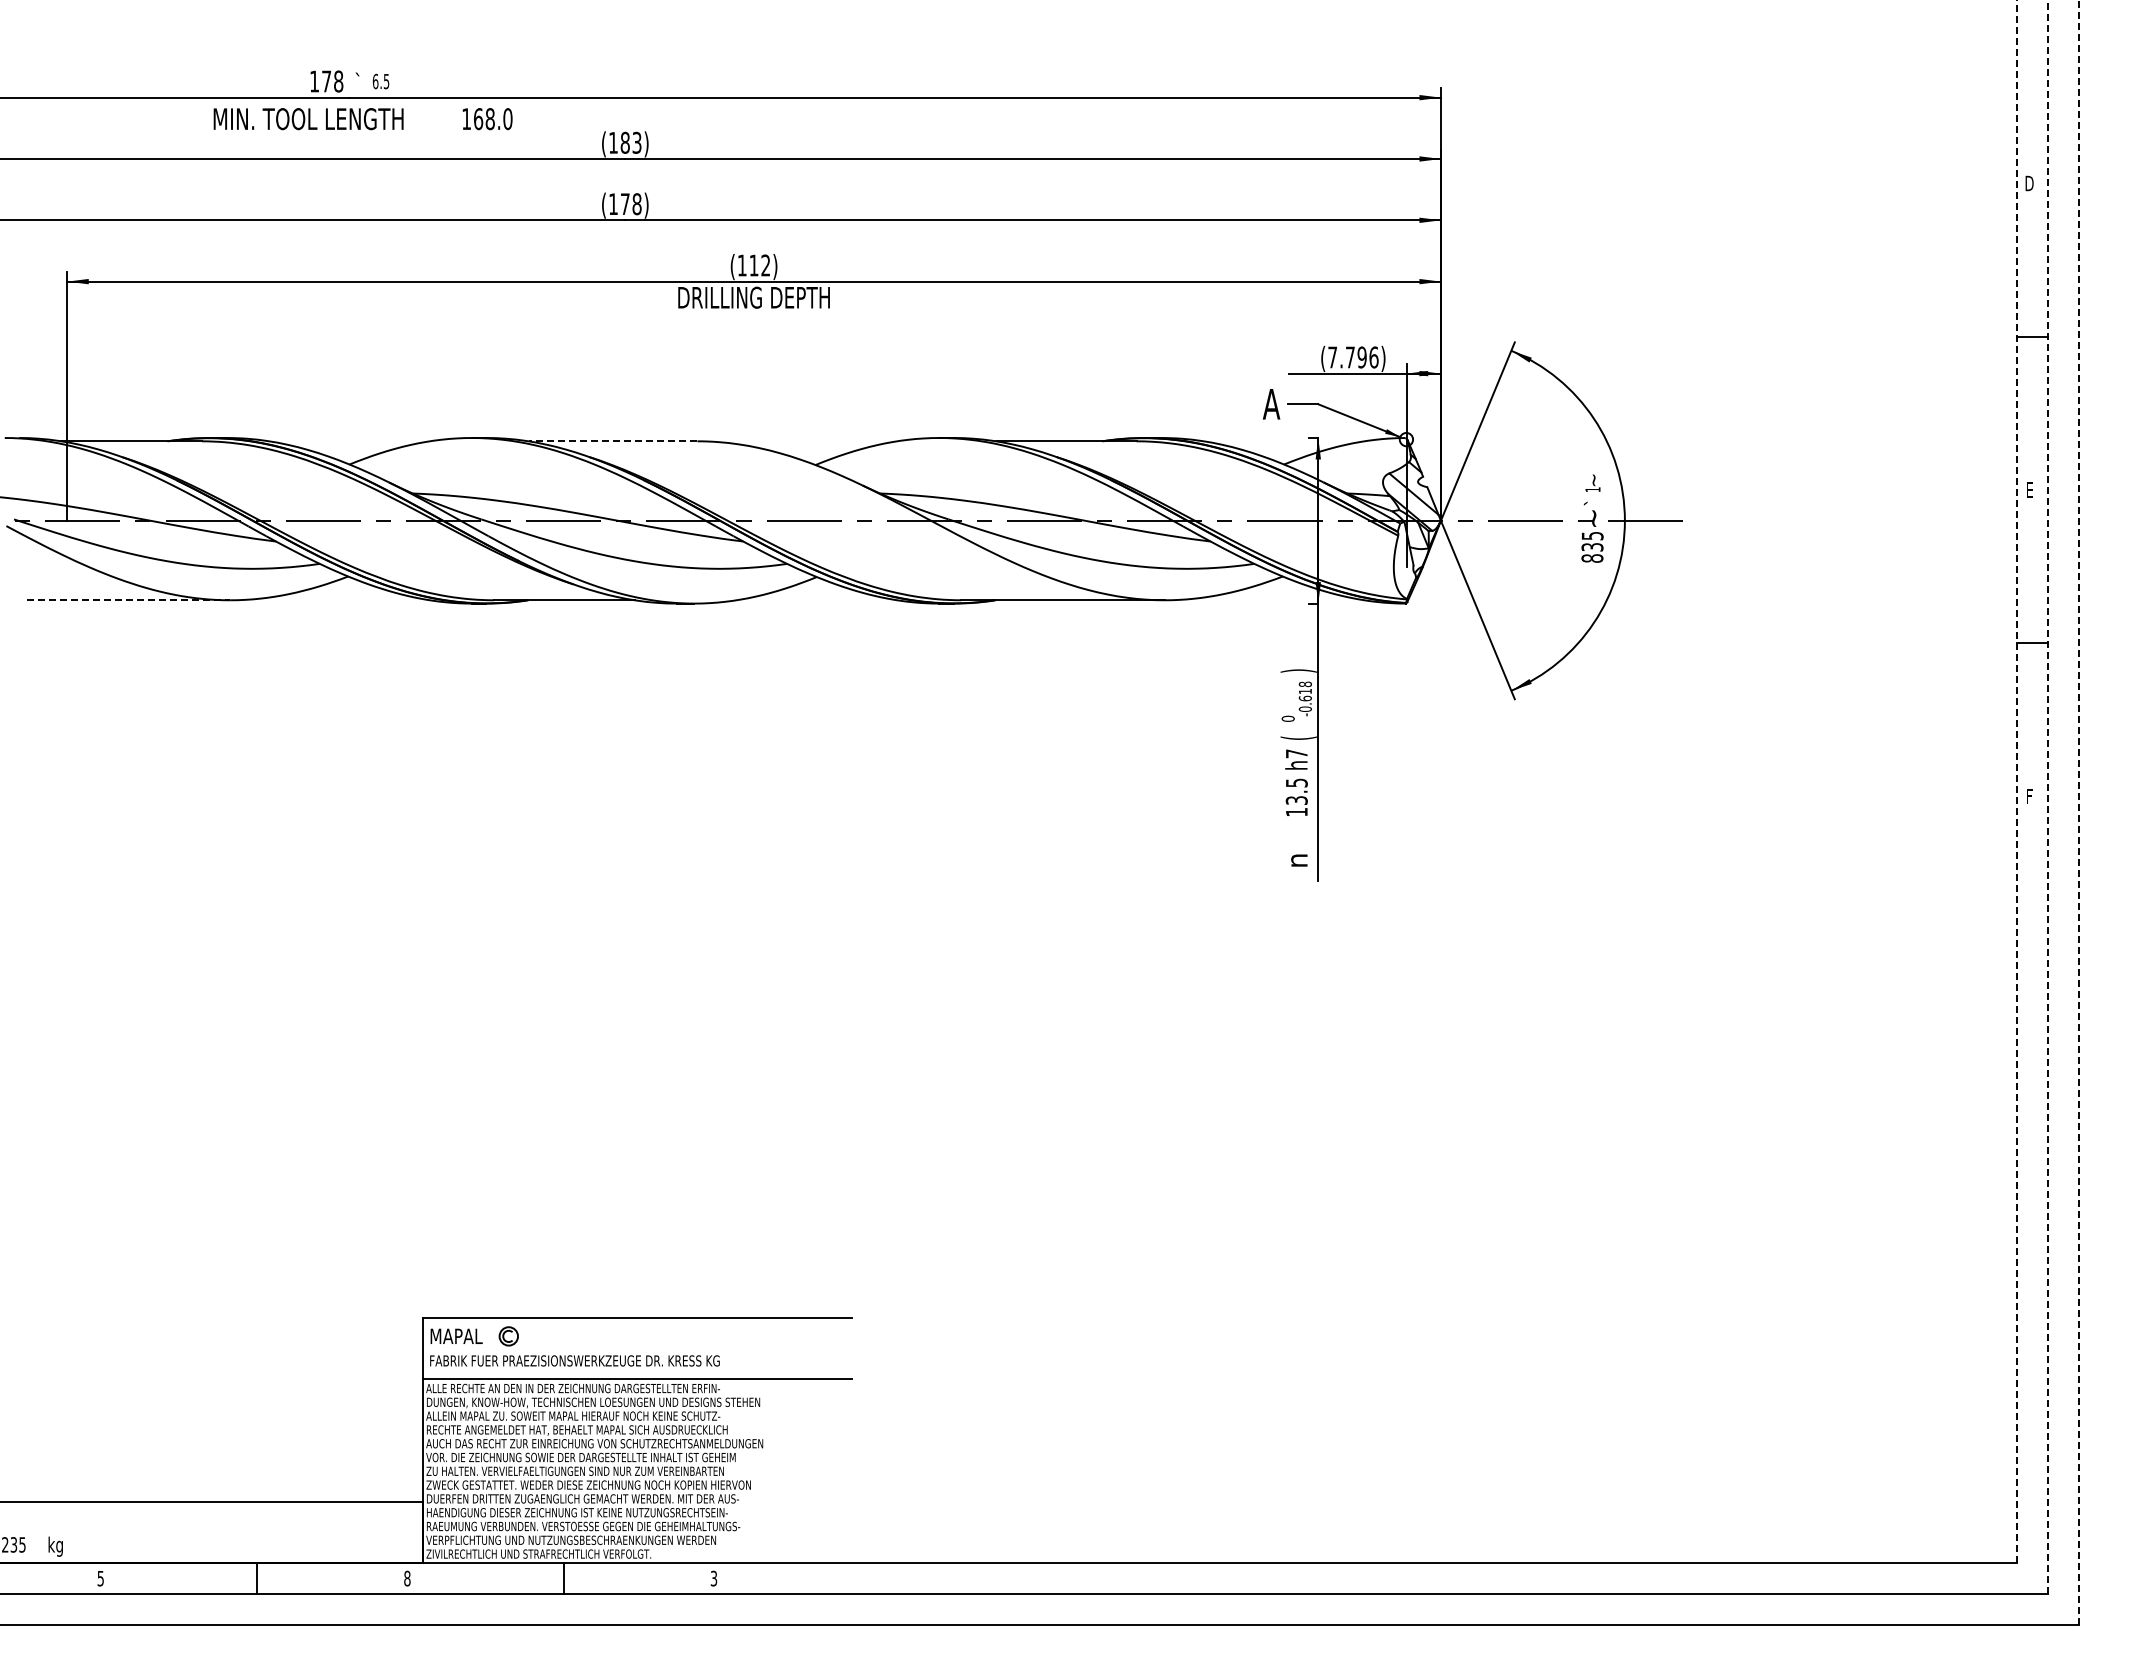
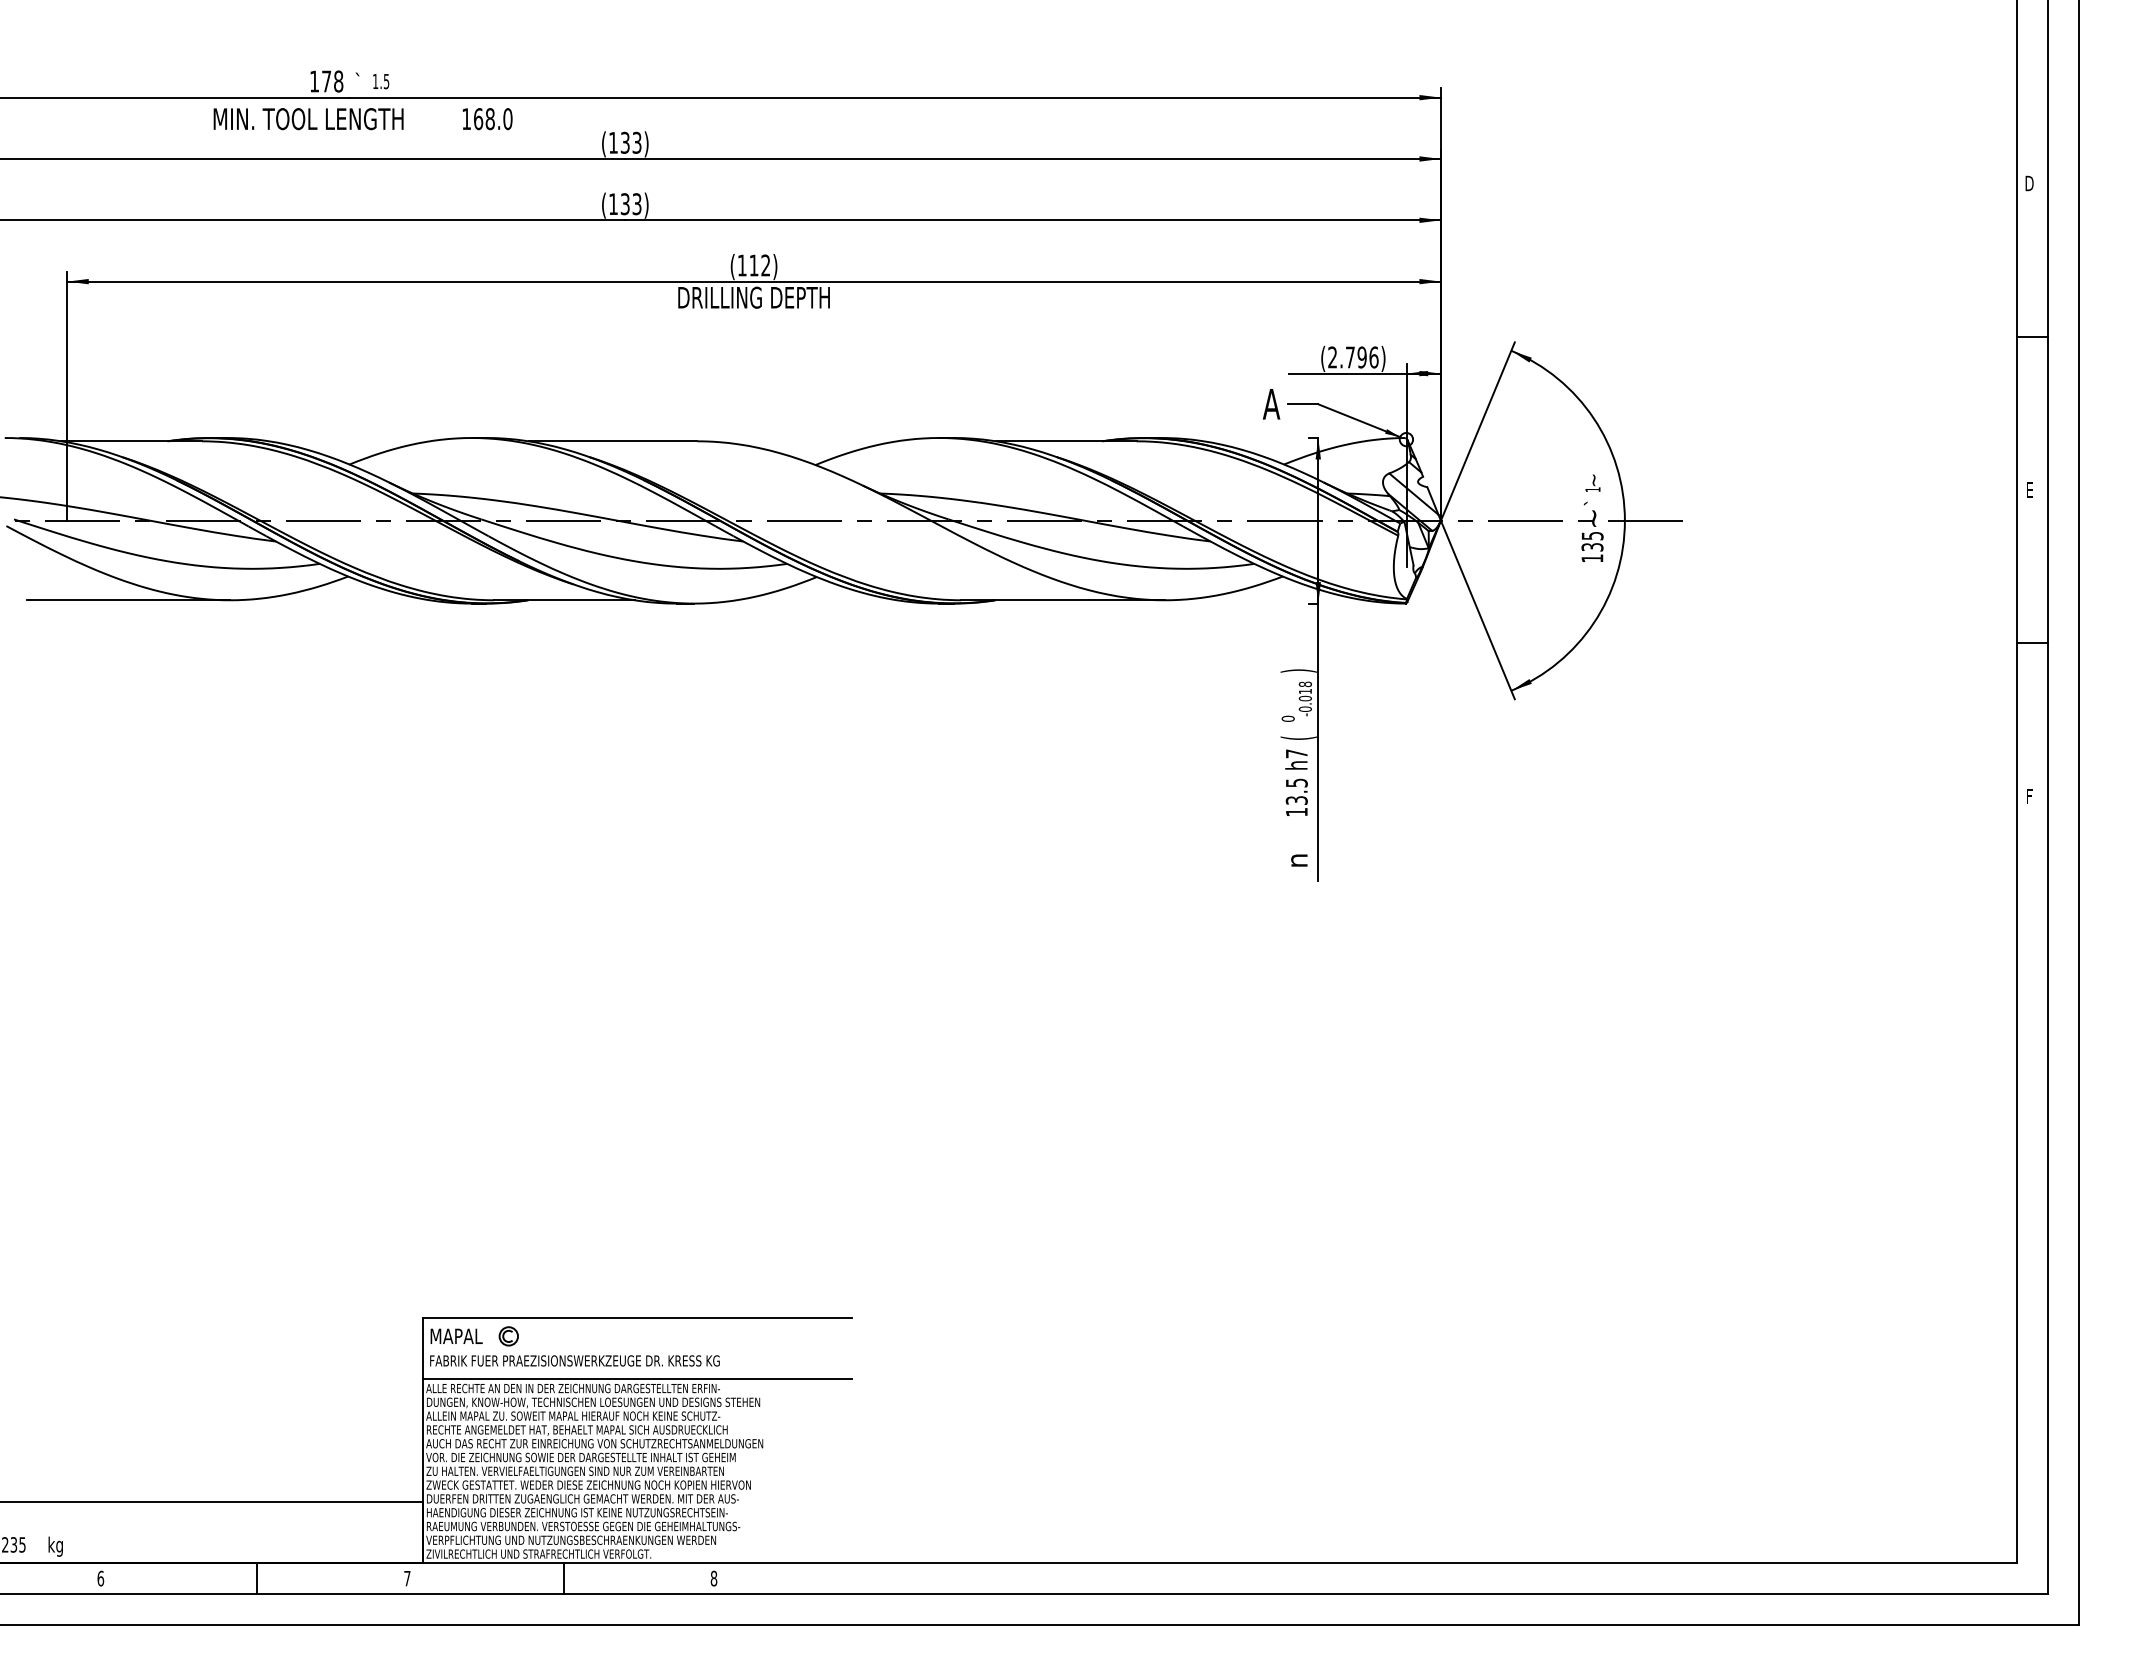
text at (375, 81): 6.5 -> 1.5
text at (624, 142): (183) -> (133)
text at (630, 204): (178) -> (133)
text at (1332, 357): (7.796) -> (2.796)
line at (612, 441): dashed -> solid
text at (1592, 558): 835 -> 135
line at (128, 600): dashed -> solid
text at (1304, 698): -0.618 -> -0.018
line at (2017, 781): dashed -> solid
line at (2048, 797): dashed -> solid
line at (2078, 812): dashed -> solid
text at (100, 1578): 5 -> 6
text at (407, 1578): 8 -> 7
text at (713, 1578): 3 -> 8
